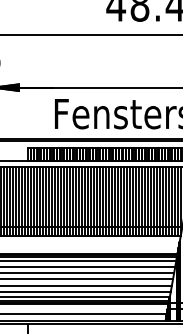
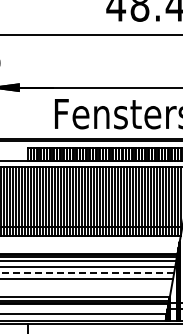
line at (87, 272): solid -> dashed
line at (86, 285): present -> none
line at (86, 291): present -> none
